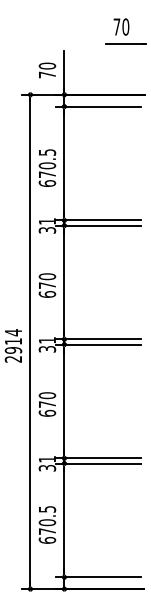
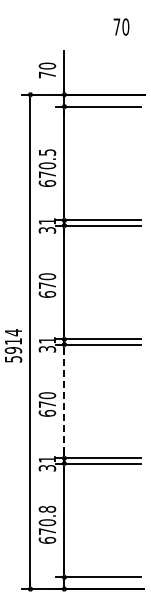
line at (125, 43): present -> none
text at (13, 359): 2914 -> 5914
line at (64, 401): solid -> dashed
text at (47, 509): 670.5 -> 670.8
